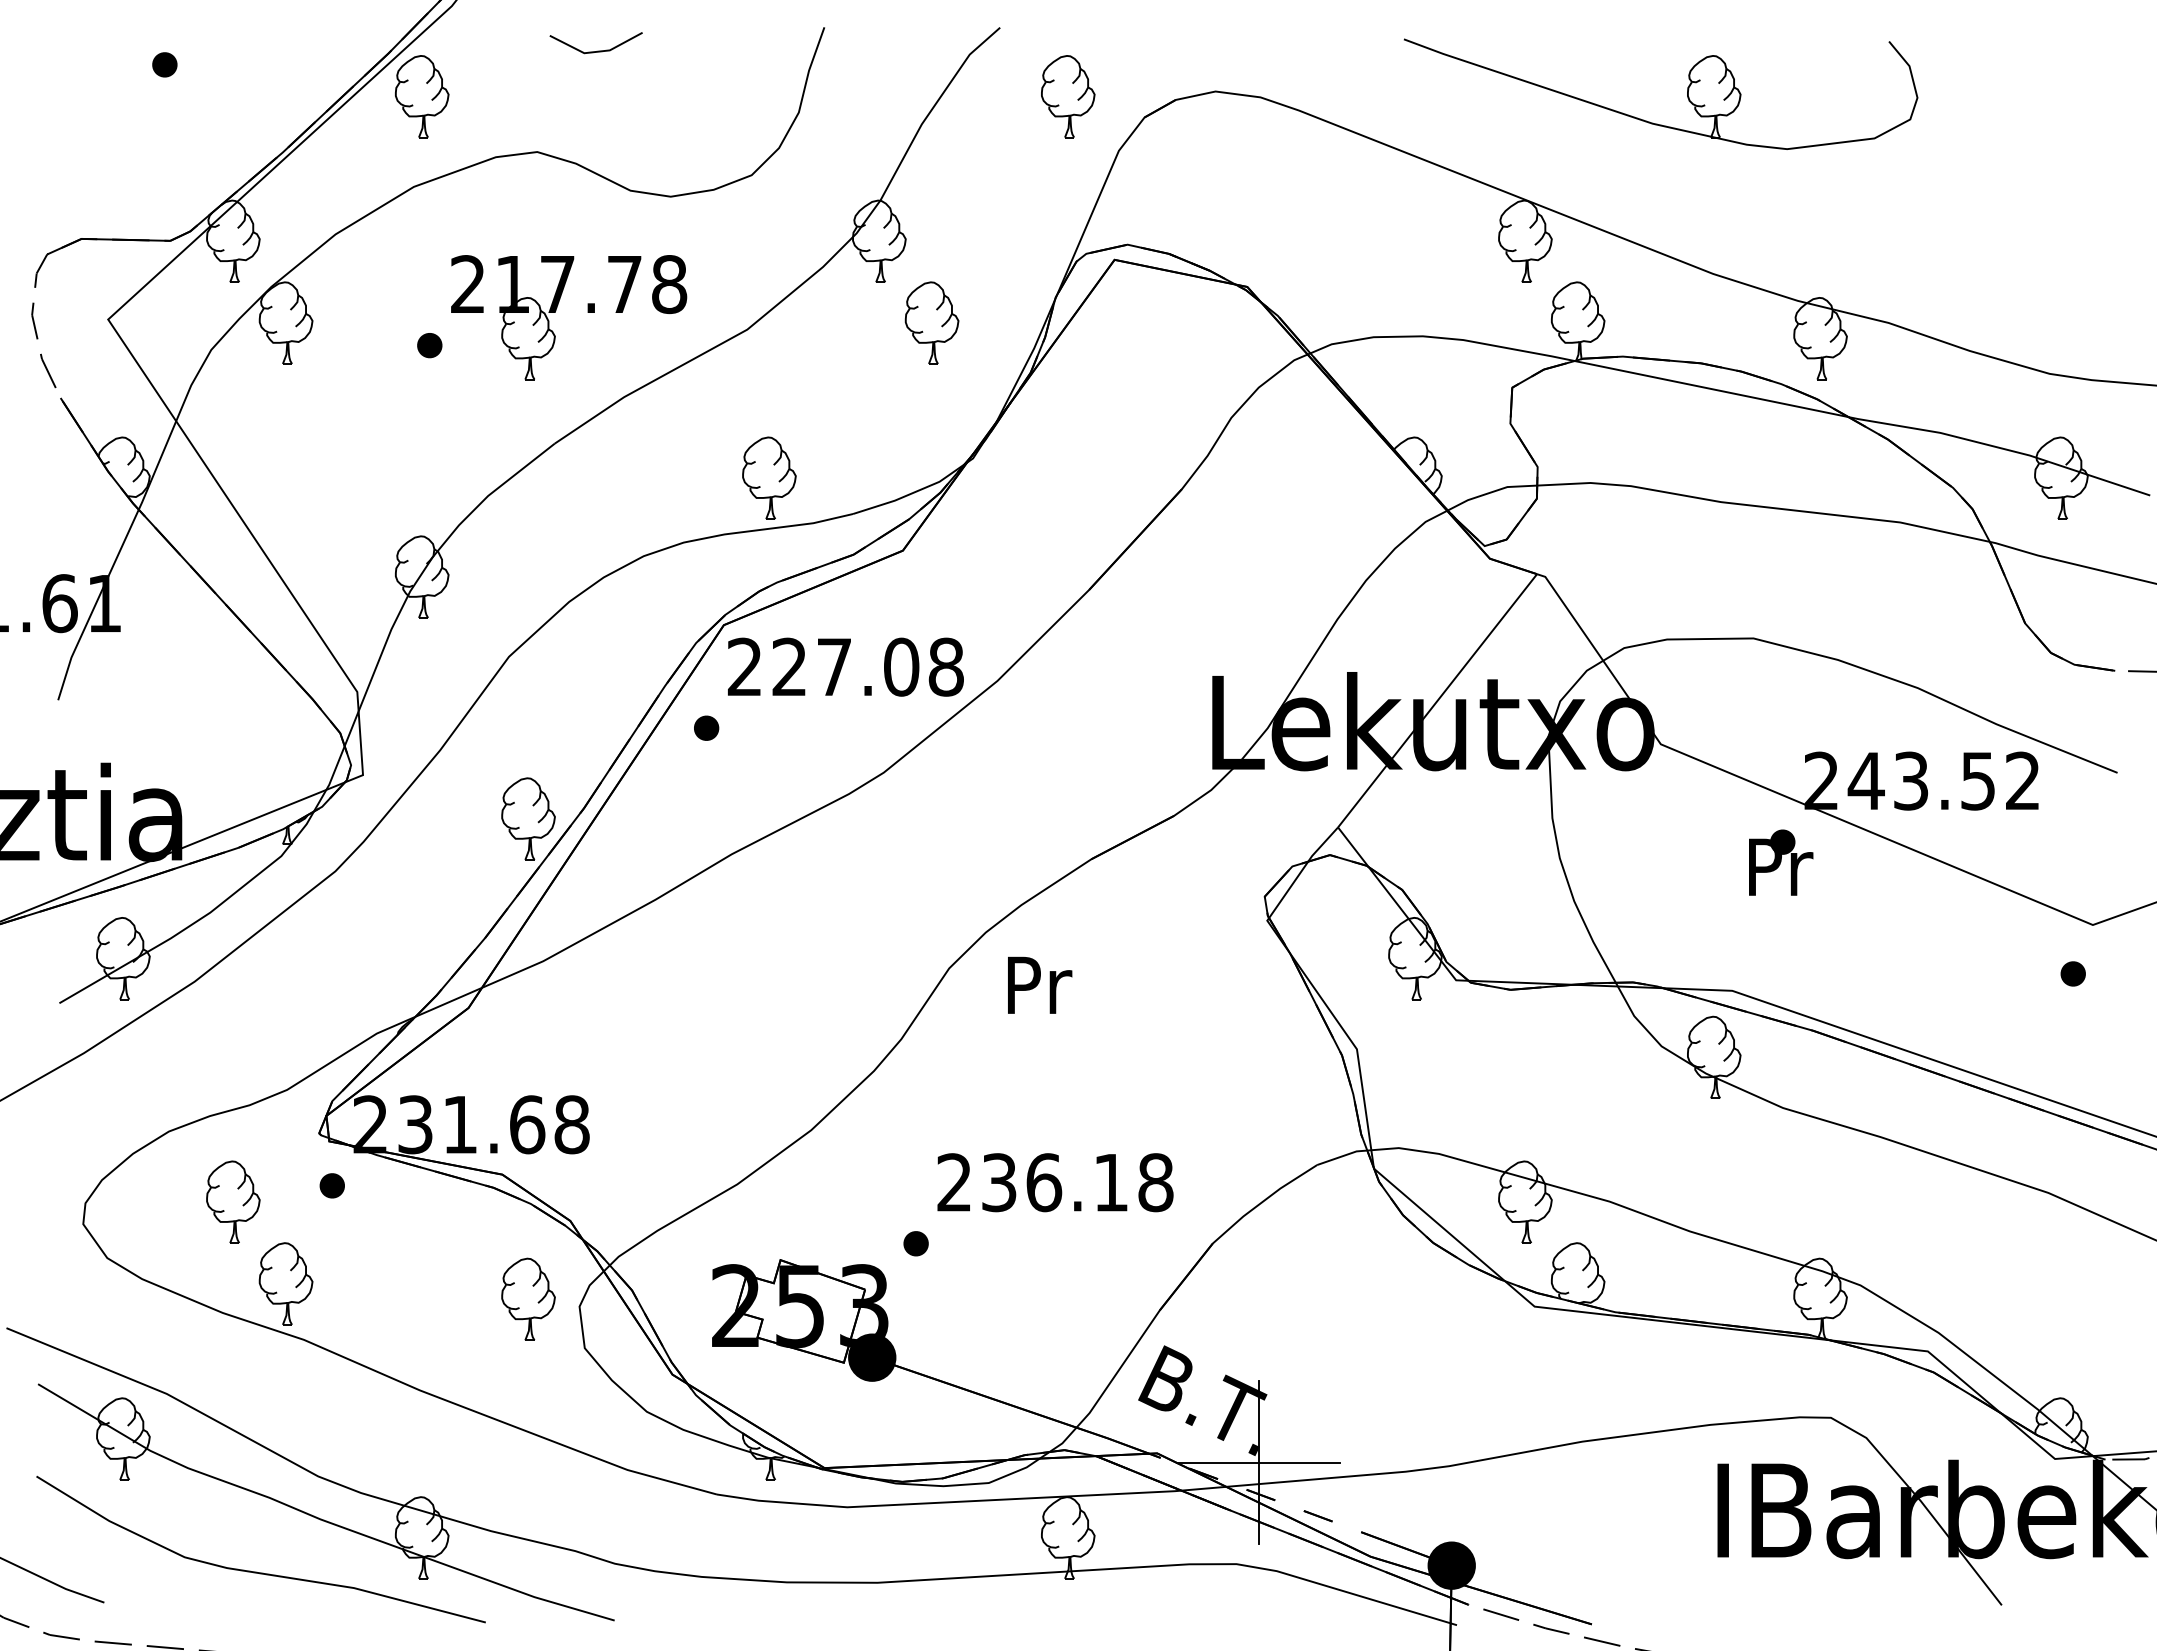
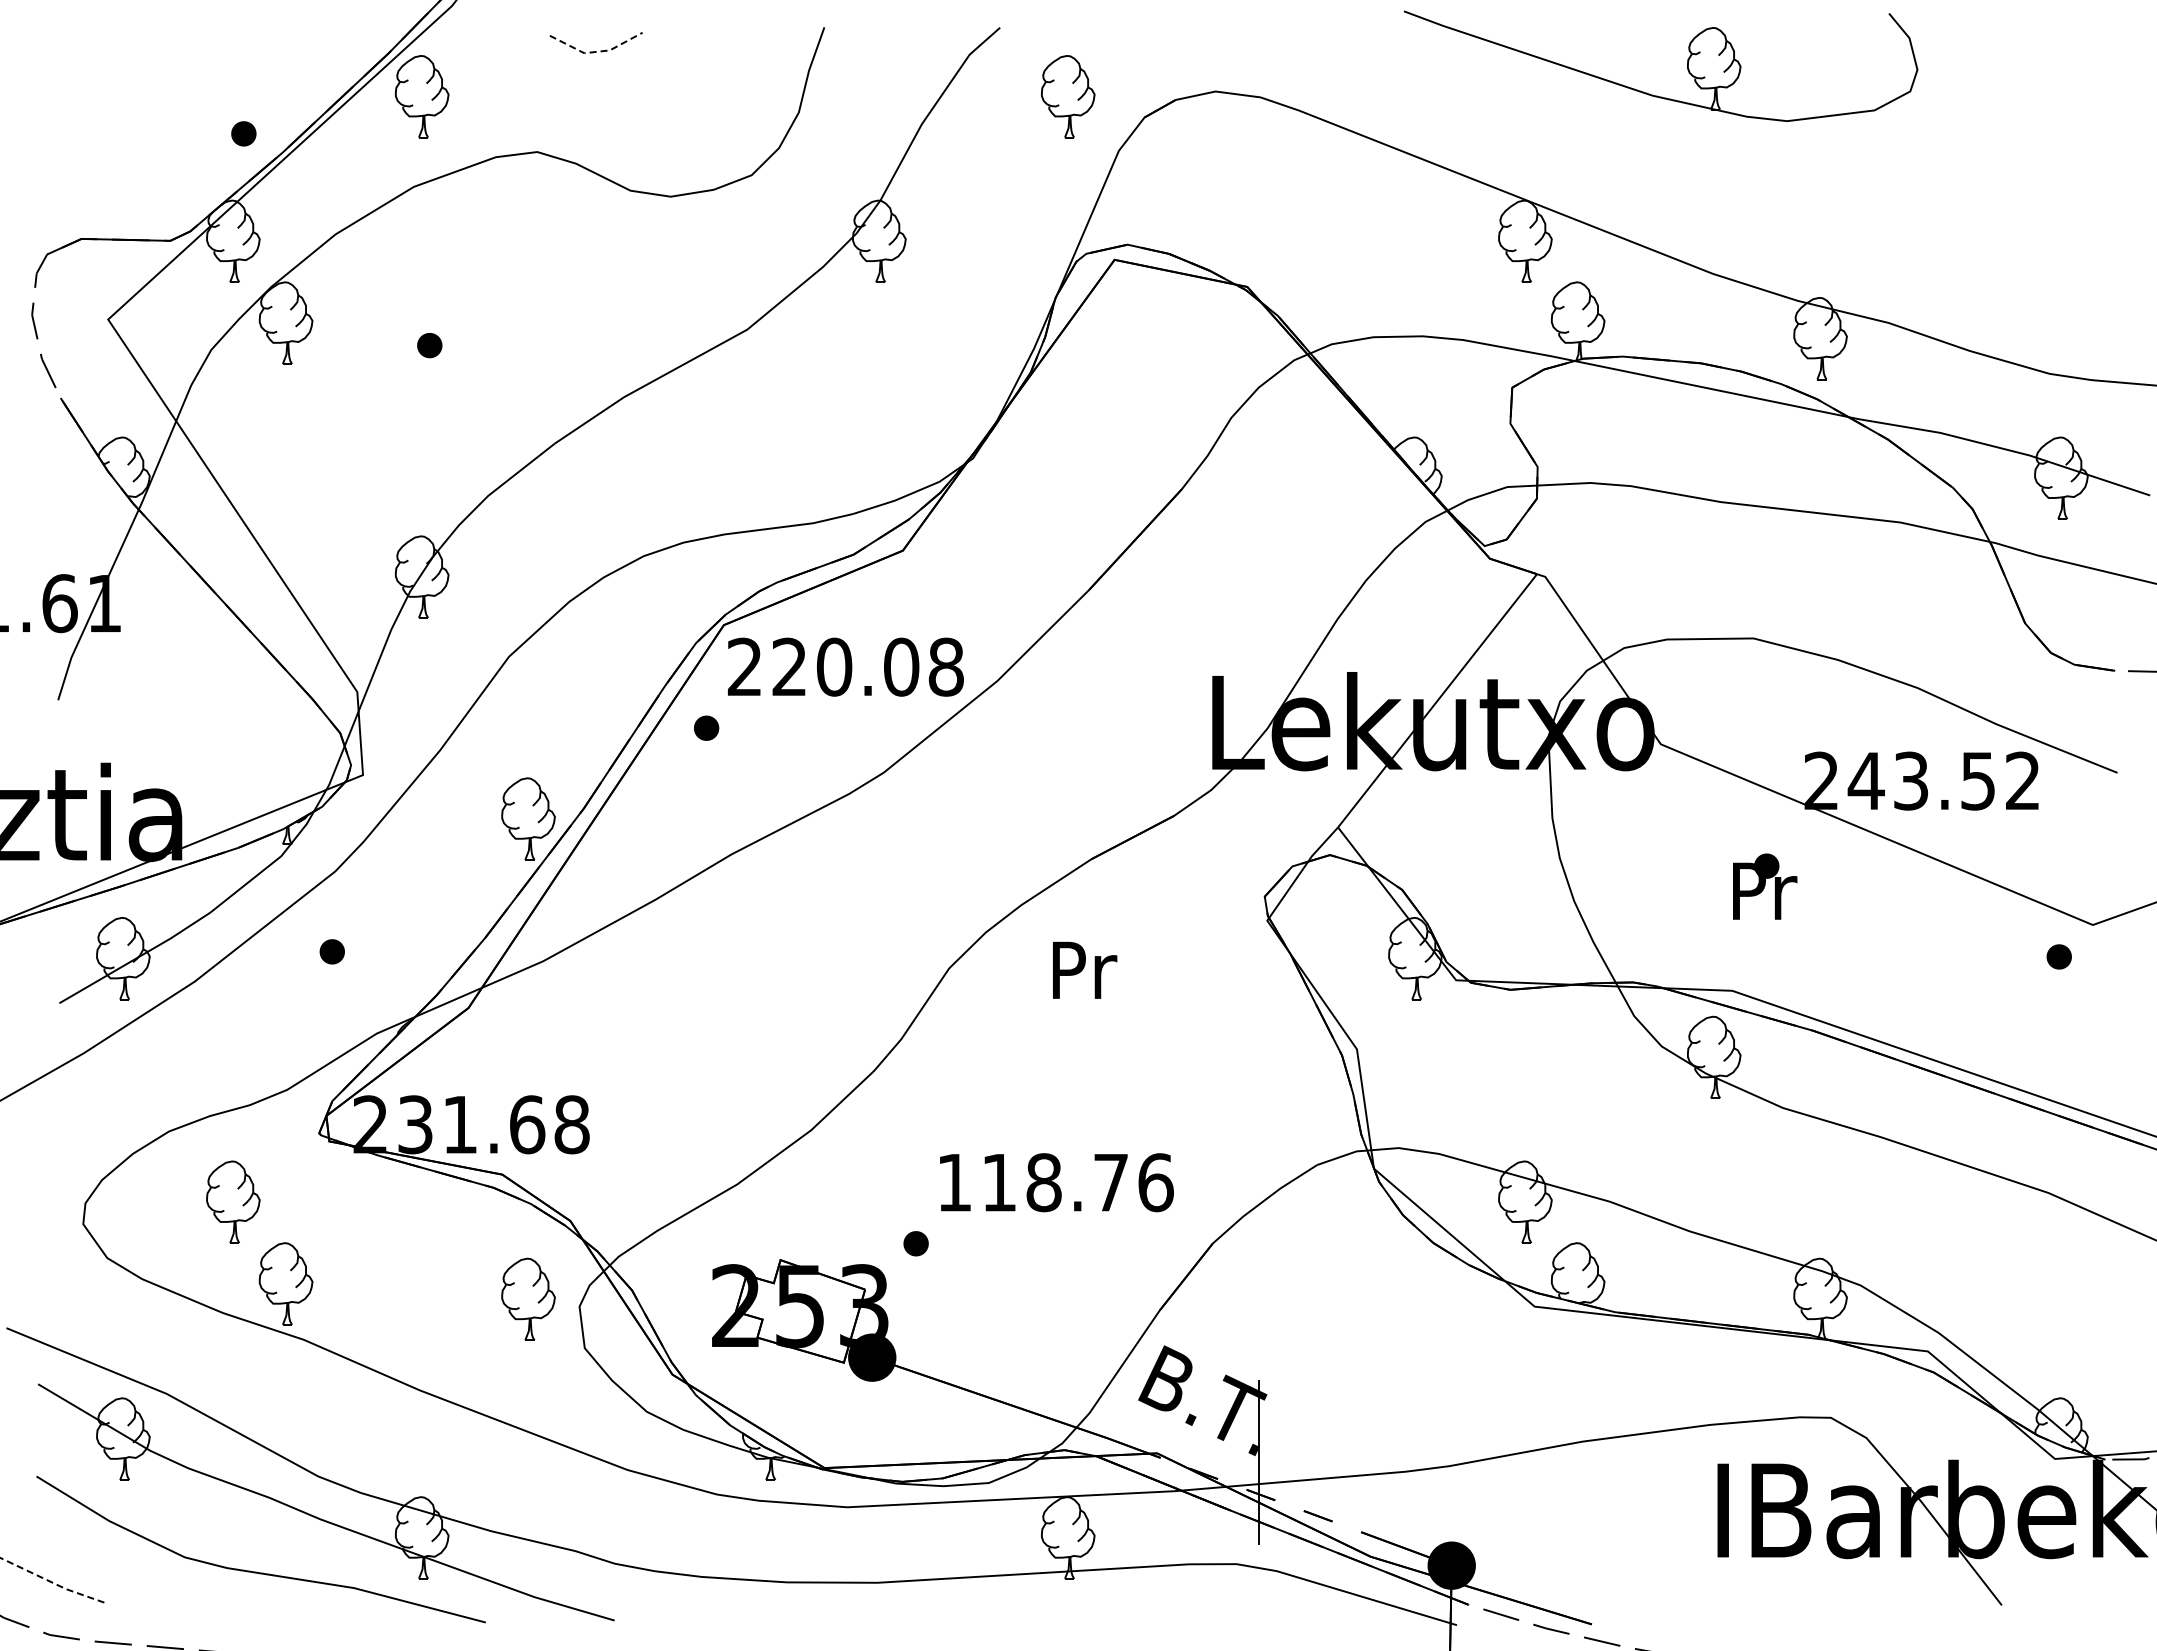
line at (597, 51): solid -> dashed
part at (164, 64) position: (164, 64) -> (243, 133)
part at (1687, 93) position: (1687, 93) -> (1687, 65)
part at (556, 310): present -> none
part at (931, 322): present -> none
part at (769, 477): present -> none
text at (834, 666): 227.08 -> 220.08
text at (1781, 862) position: (1781, 862) -> (1765, 886)
part at (2072, 973) position: (2072, 973) -> (2058, 956)
text at (1040, 984) position: (1040, 984) -> (1085, 969)
text at (1055, 1182): 236.18 -> 118.76
part at (331, 1185) position: (331, 1185) -> (331, 951)
line at (1258, 1462): present -> none
line at (51, 1582): solid -> dashed
